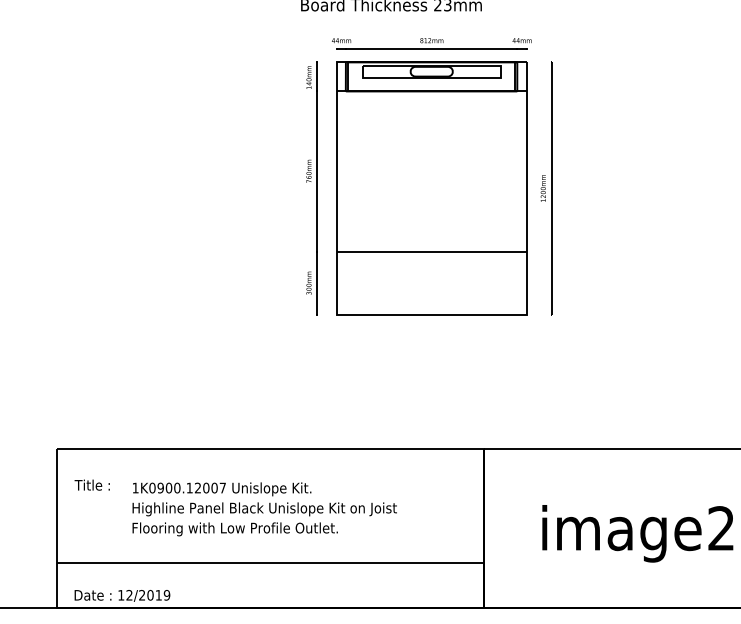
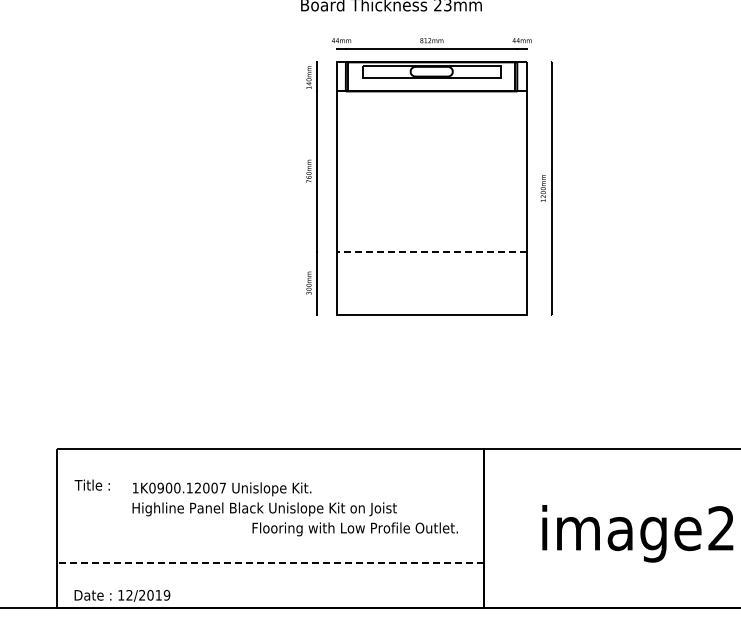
line at (431, 251): solid -> dashed
text at (234, 529) position: (234, 529) -> (354, 529)
line at (270, 563): solid -> dashed
